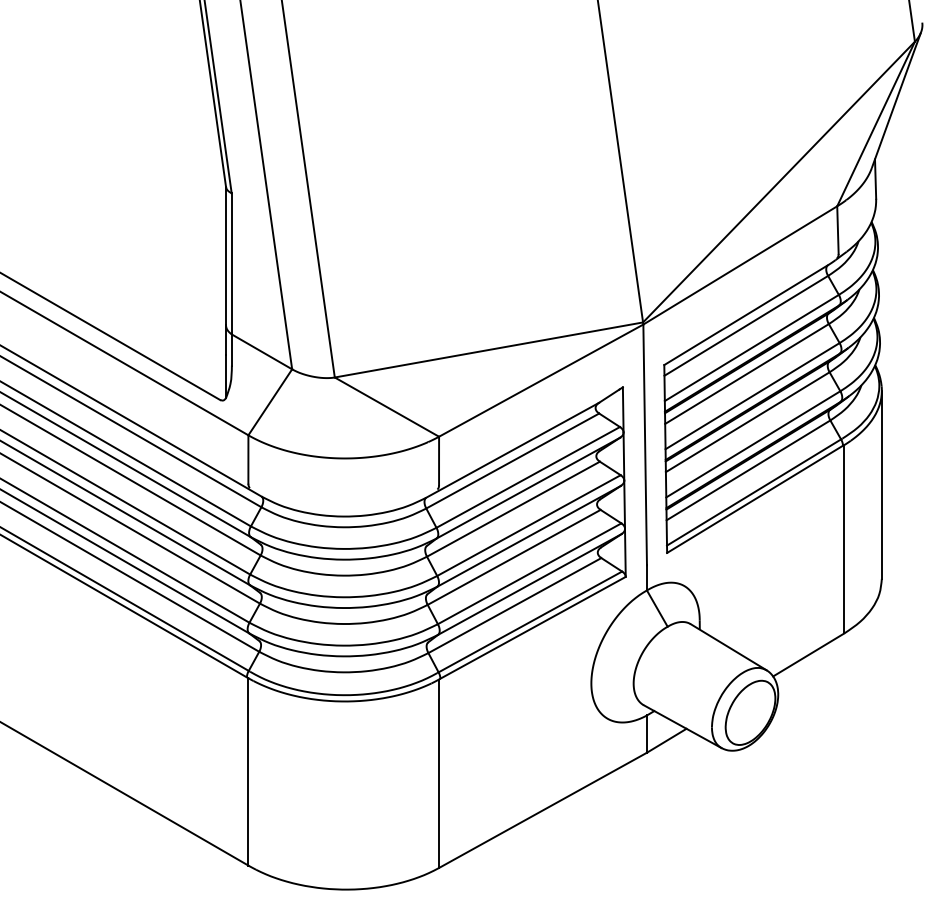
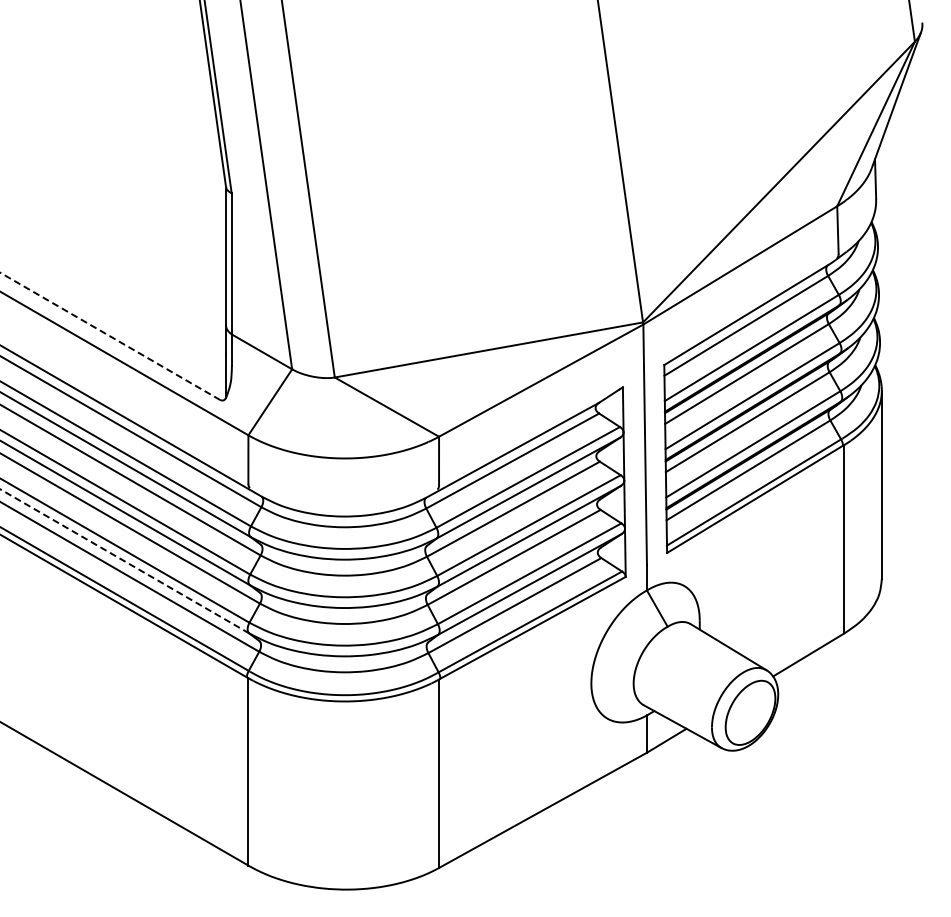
line at (110, 336): solid -> dashed
line at (124, 561): solid -> dashed
